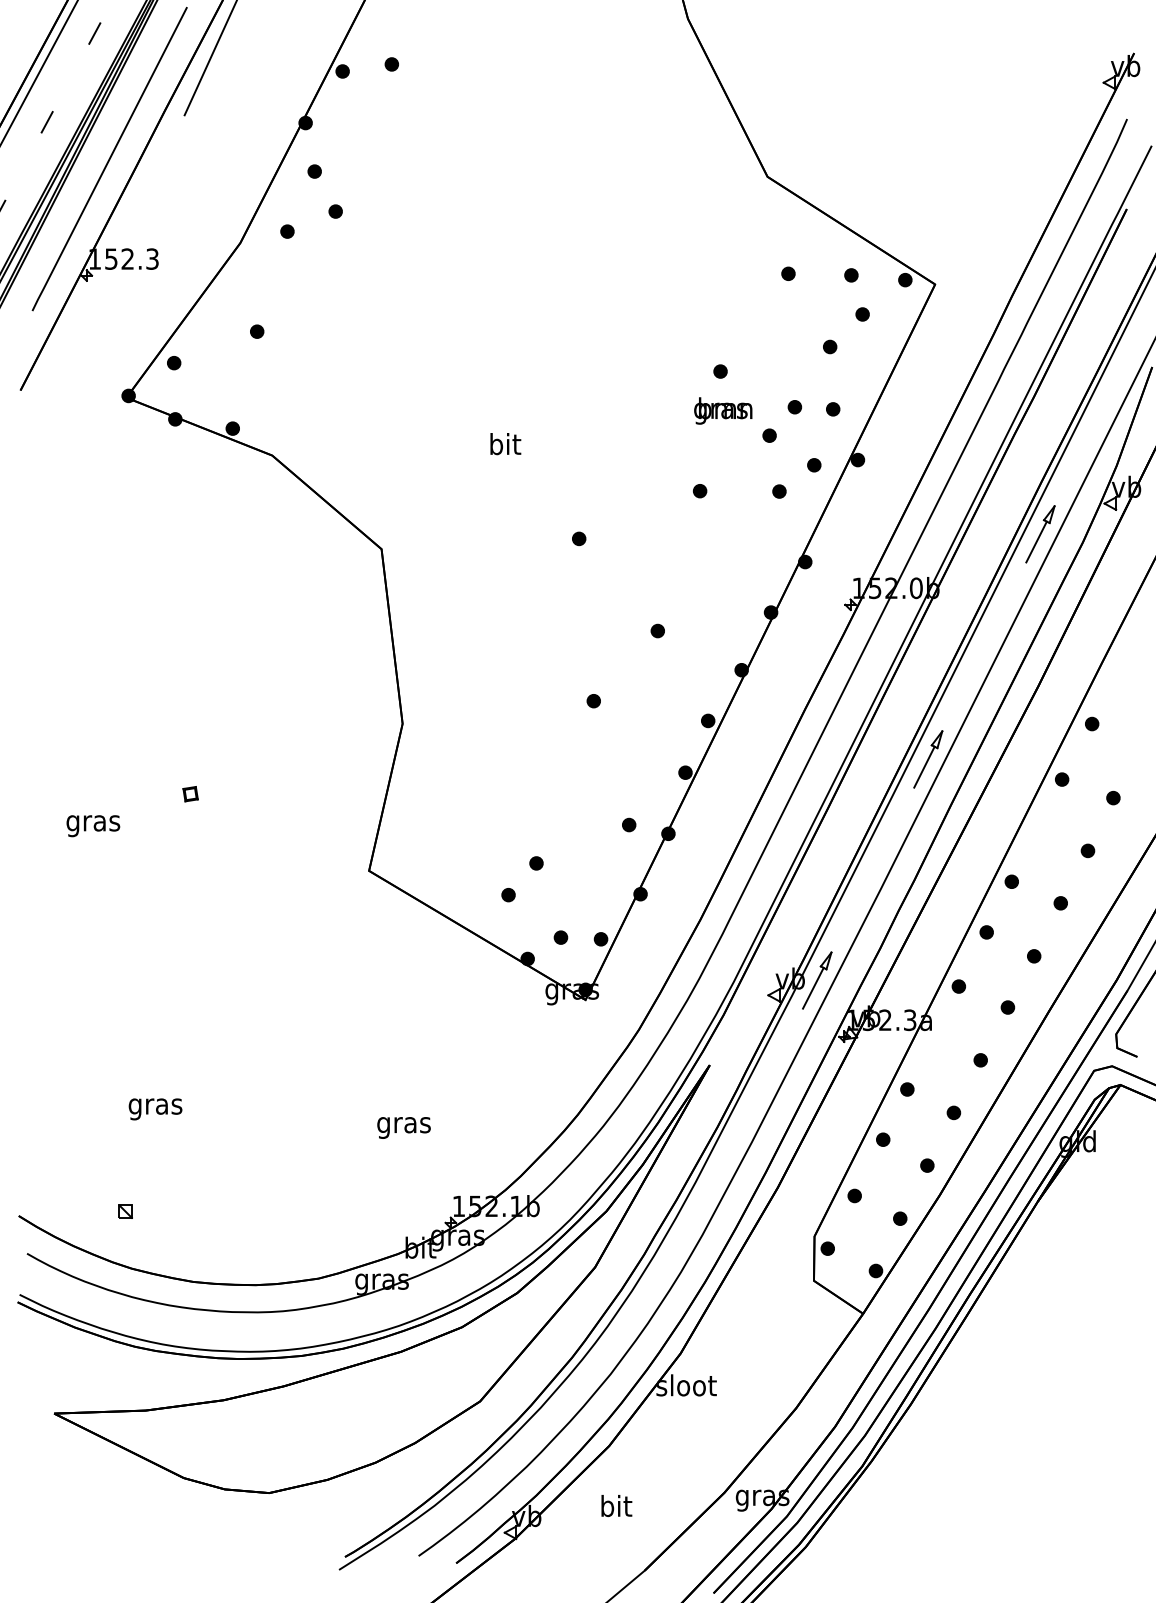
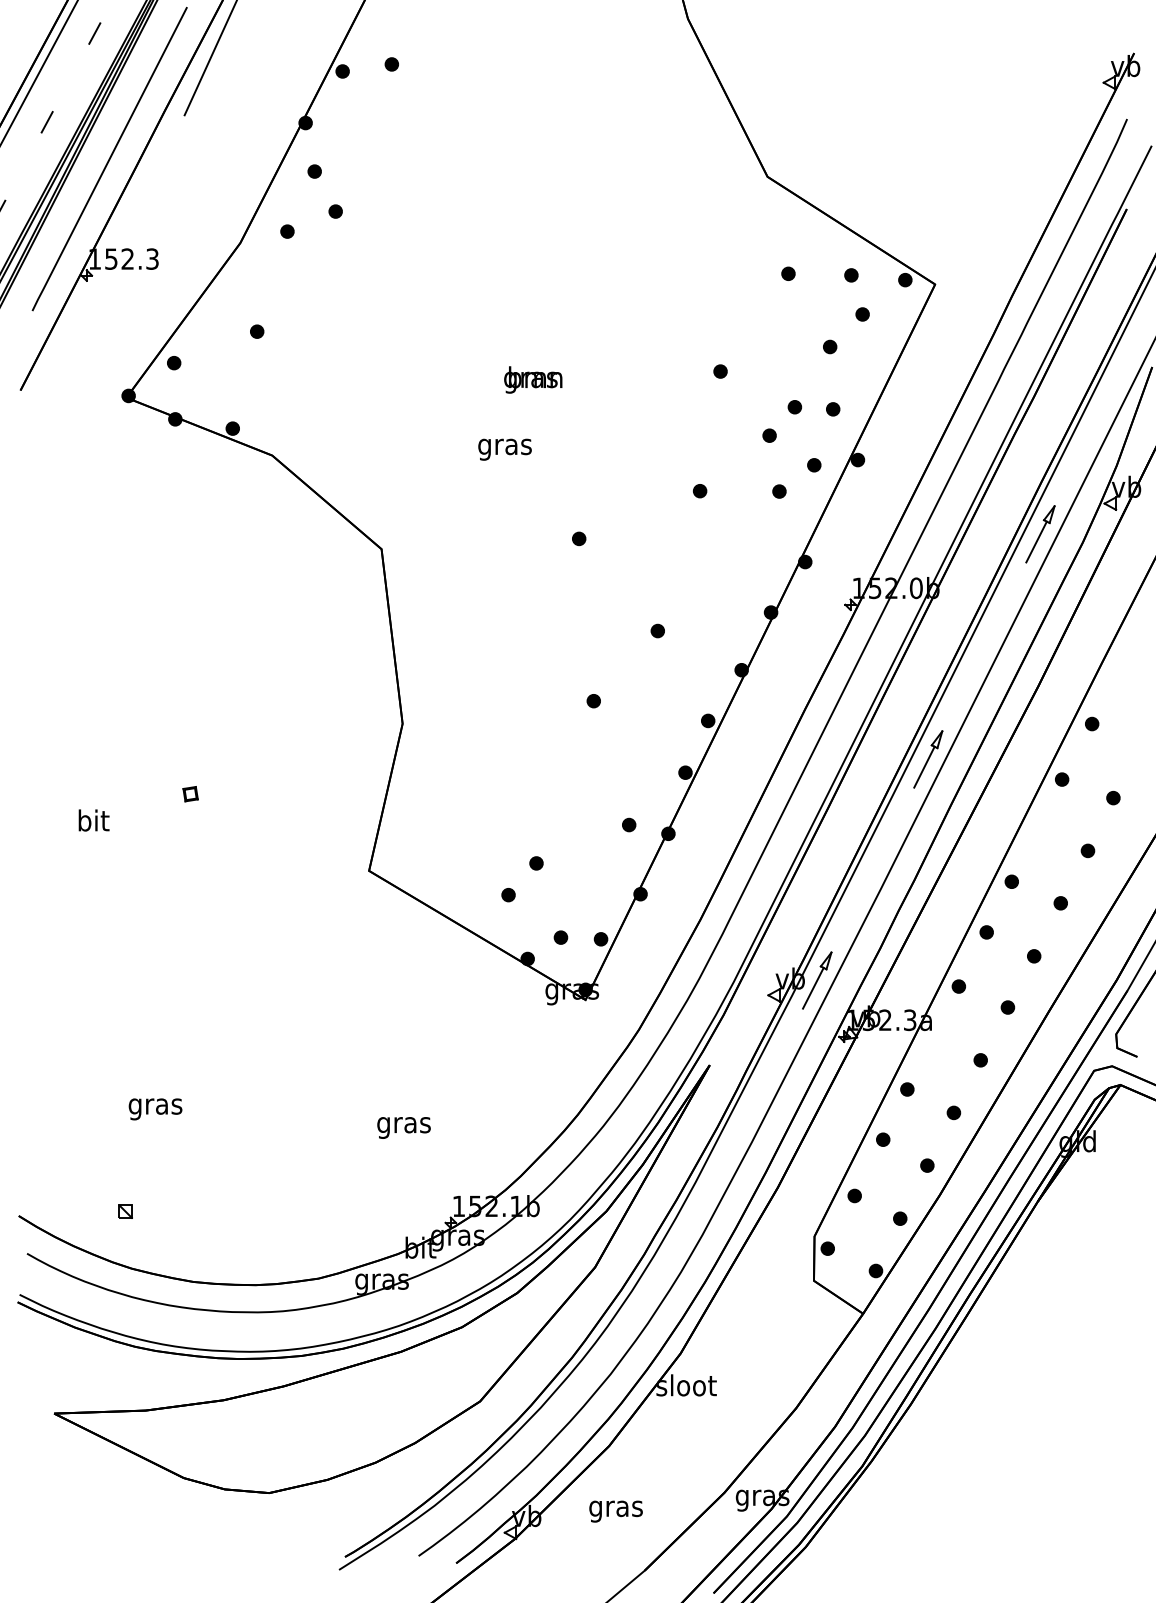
text at (723, 410) position: (723, 410) -> (533, 379)
text at (504, 446): bit -> gras
text at (93, 823): gras -> bit
text at (615, 1508): bit -> gras
